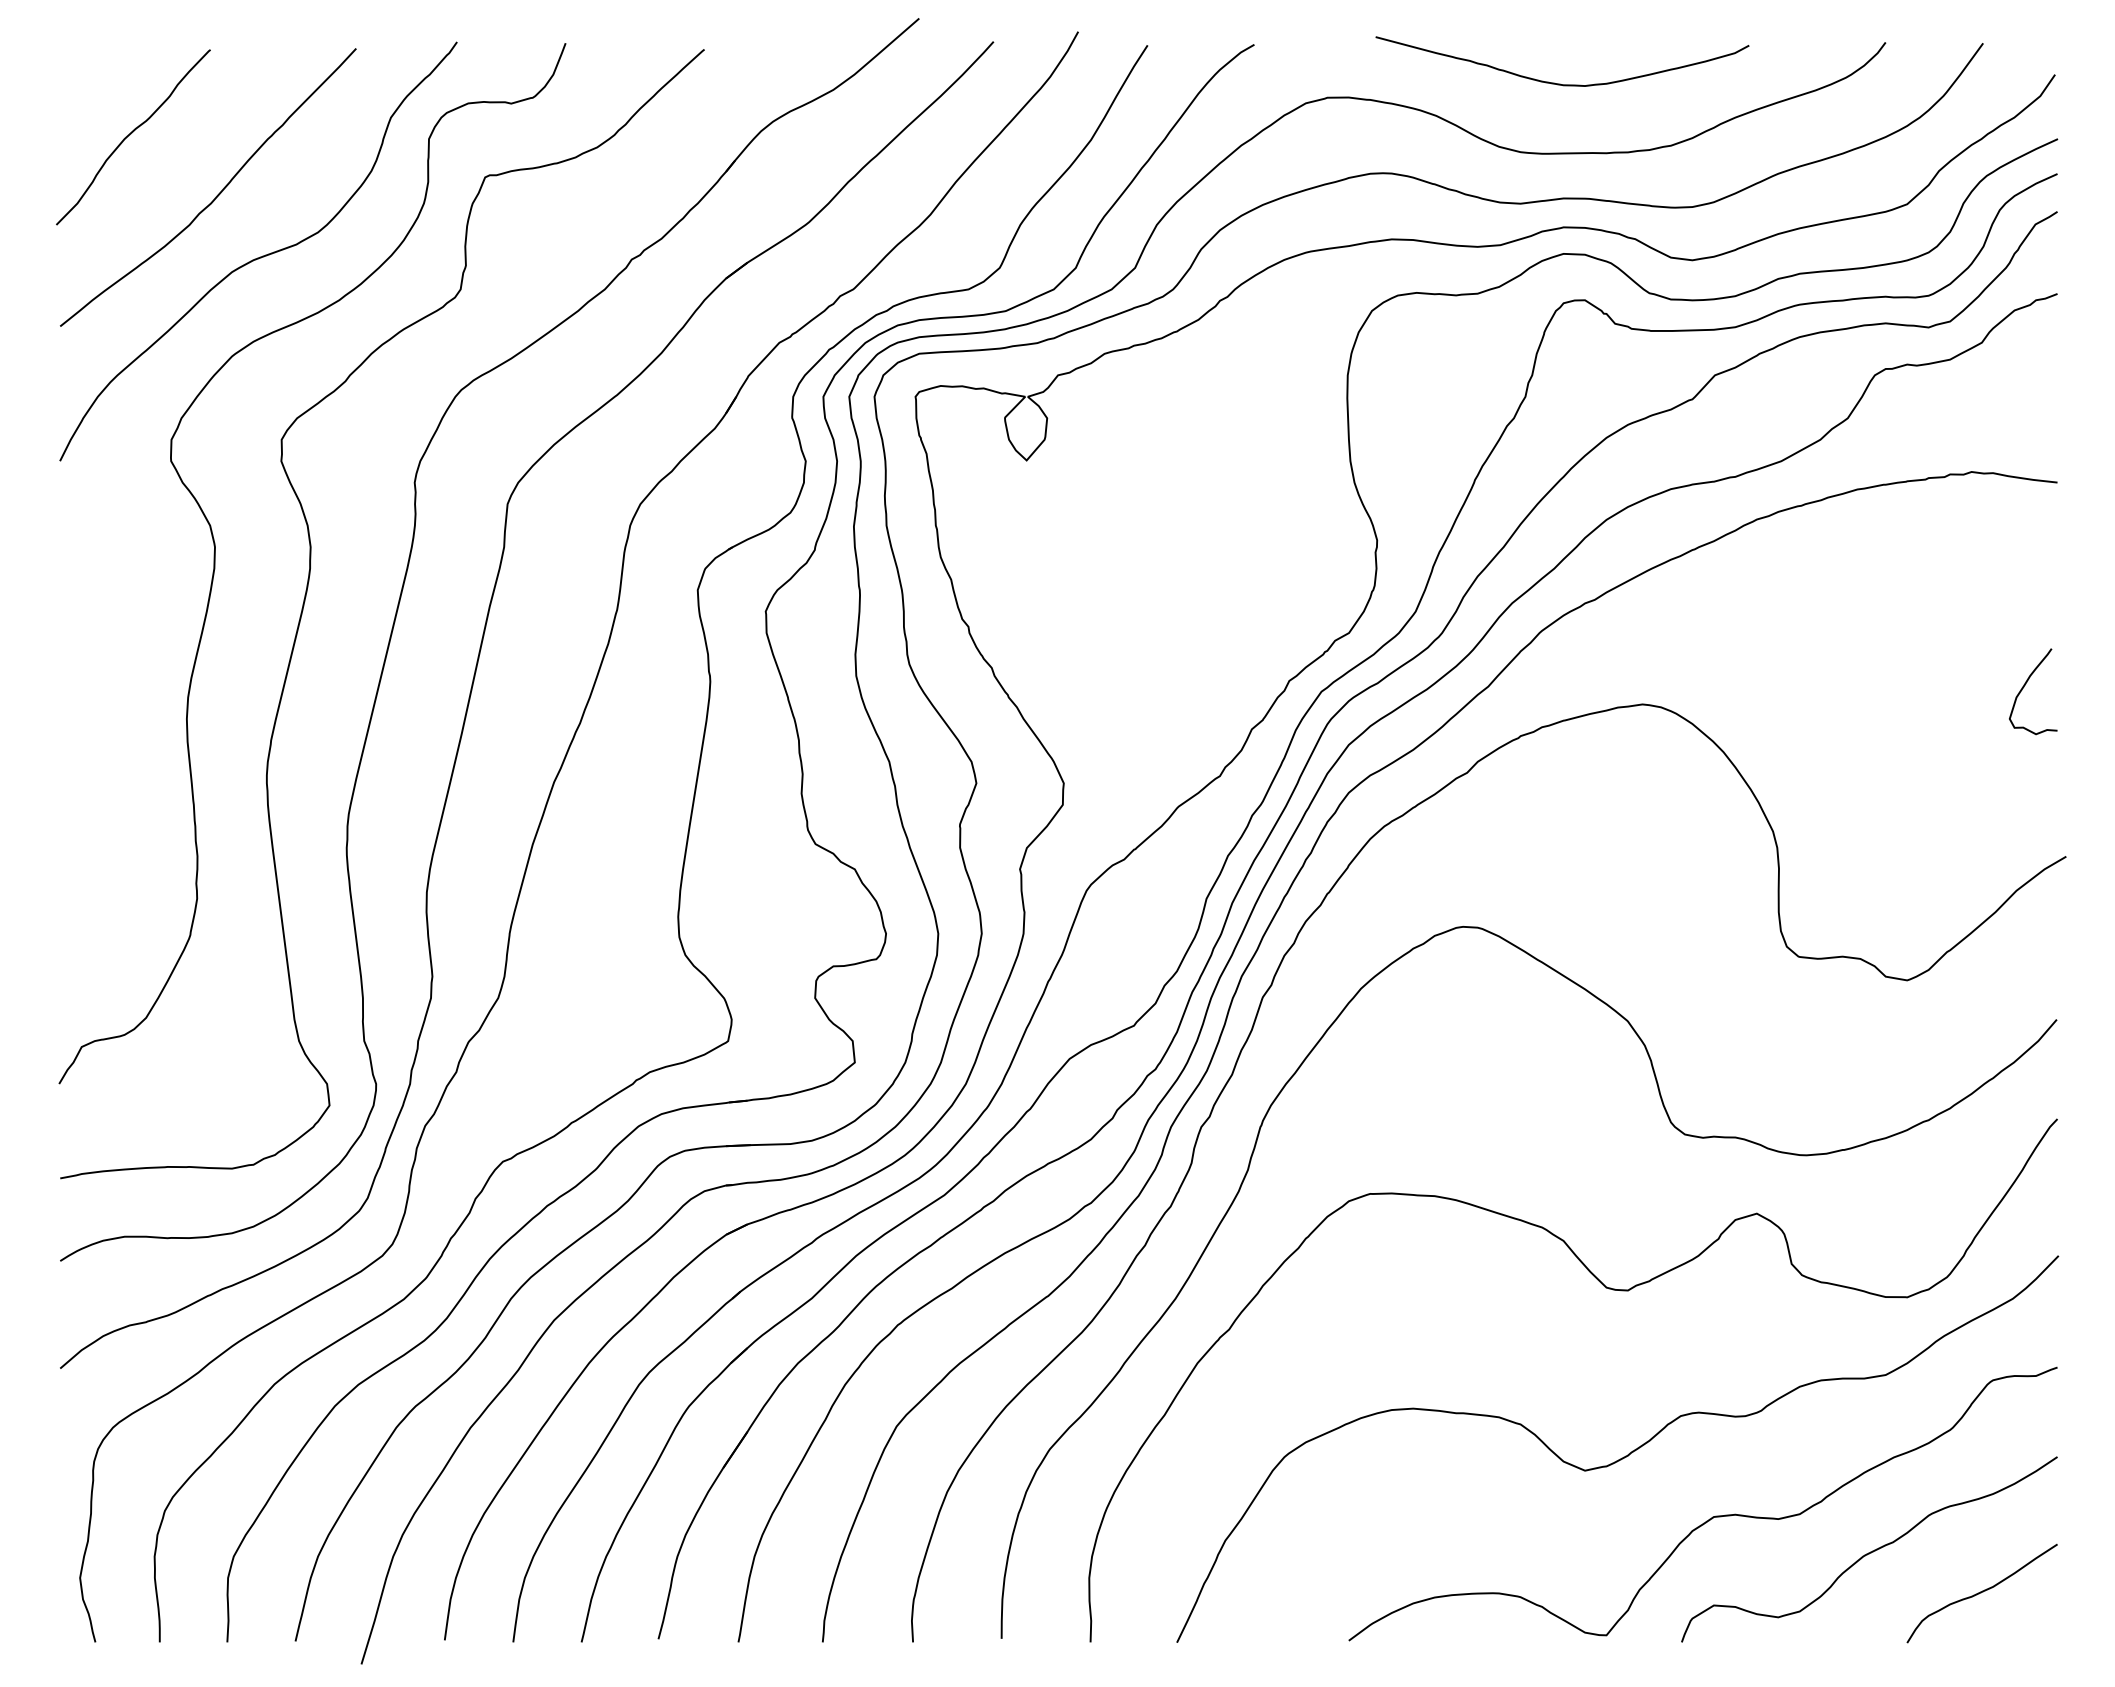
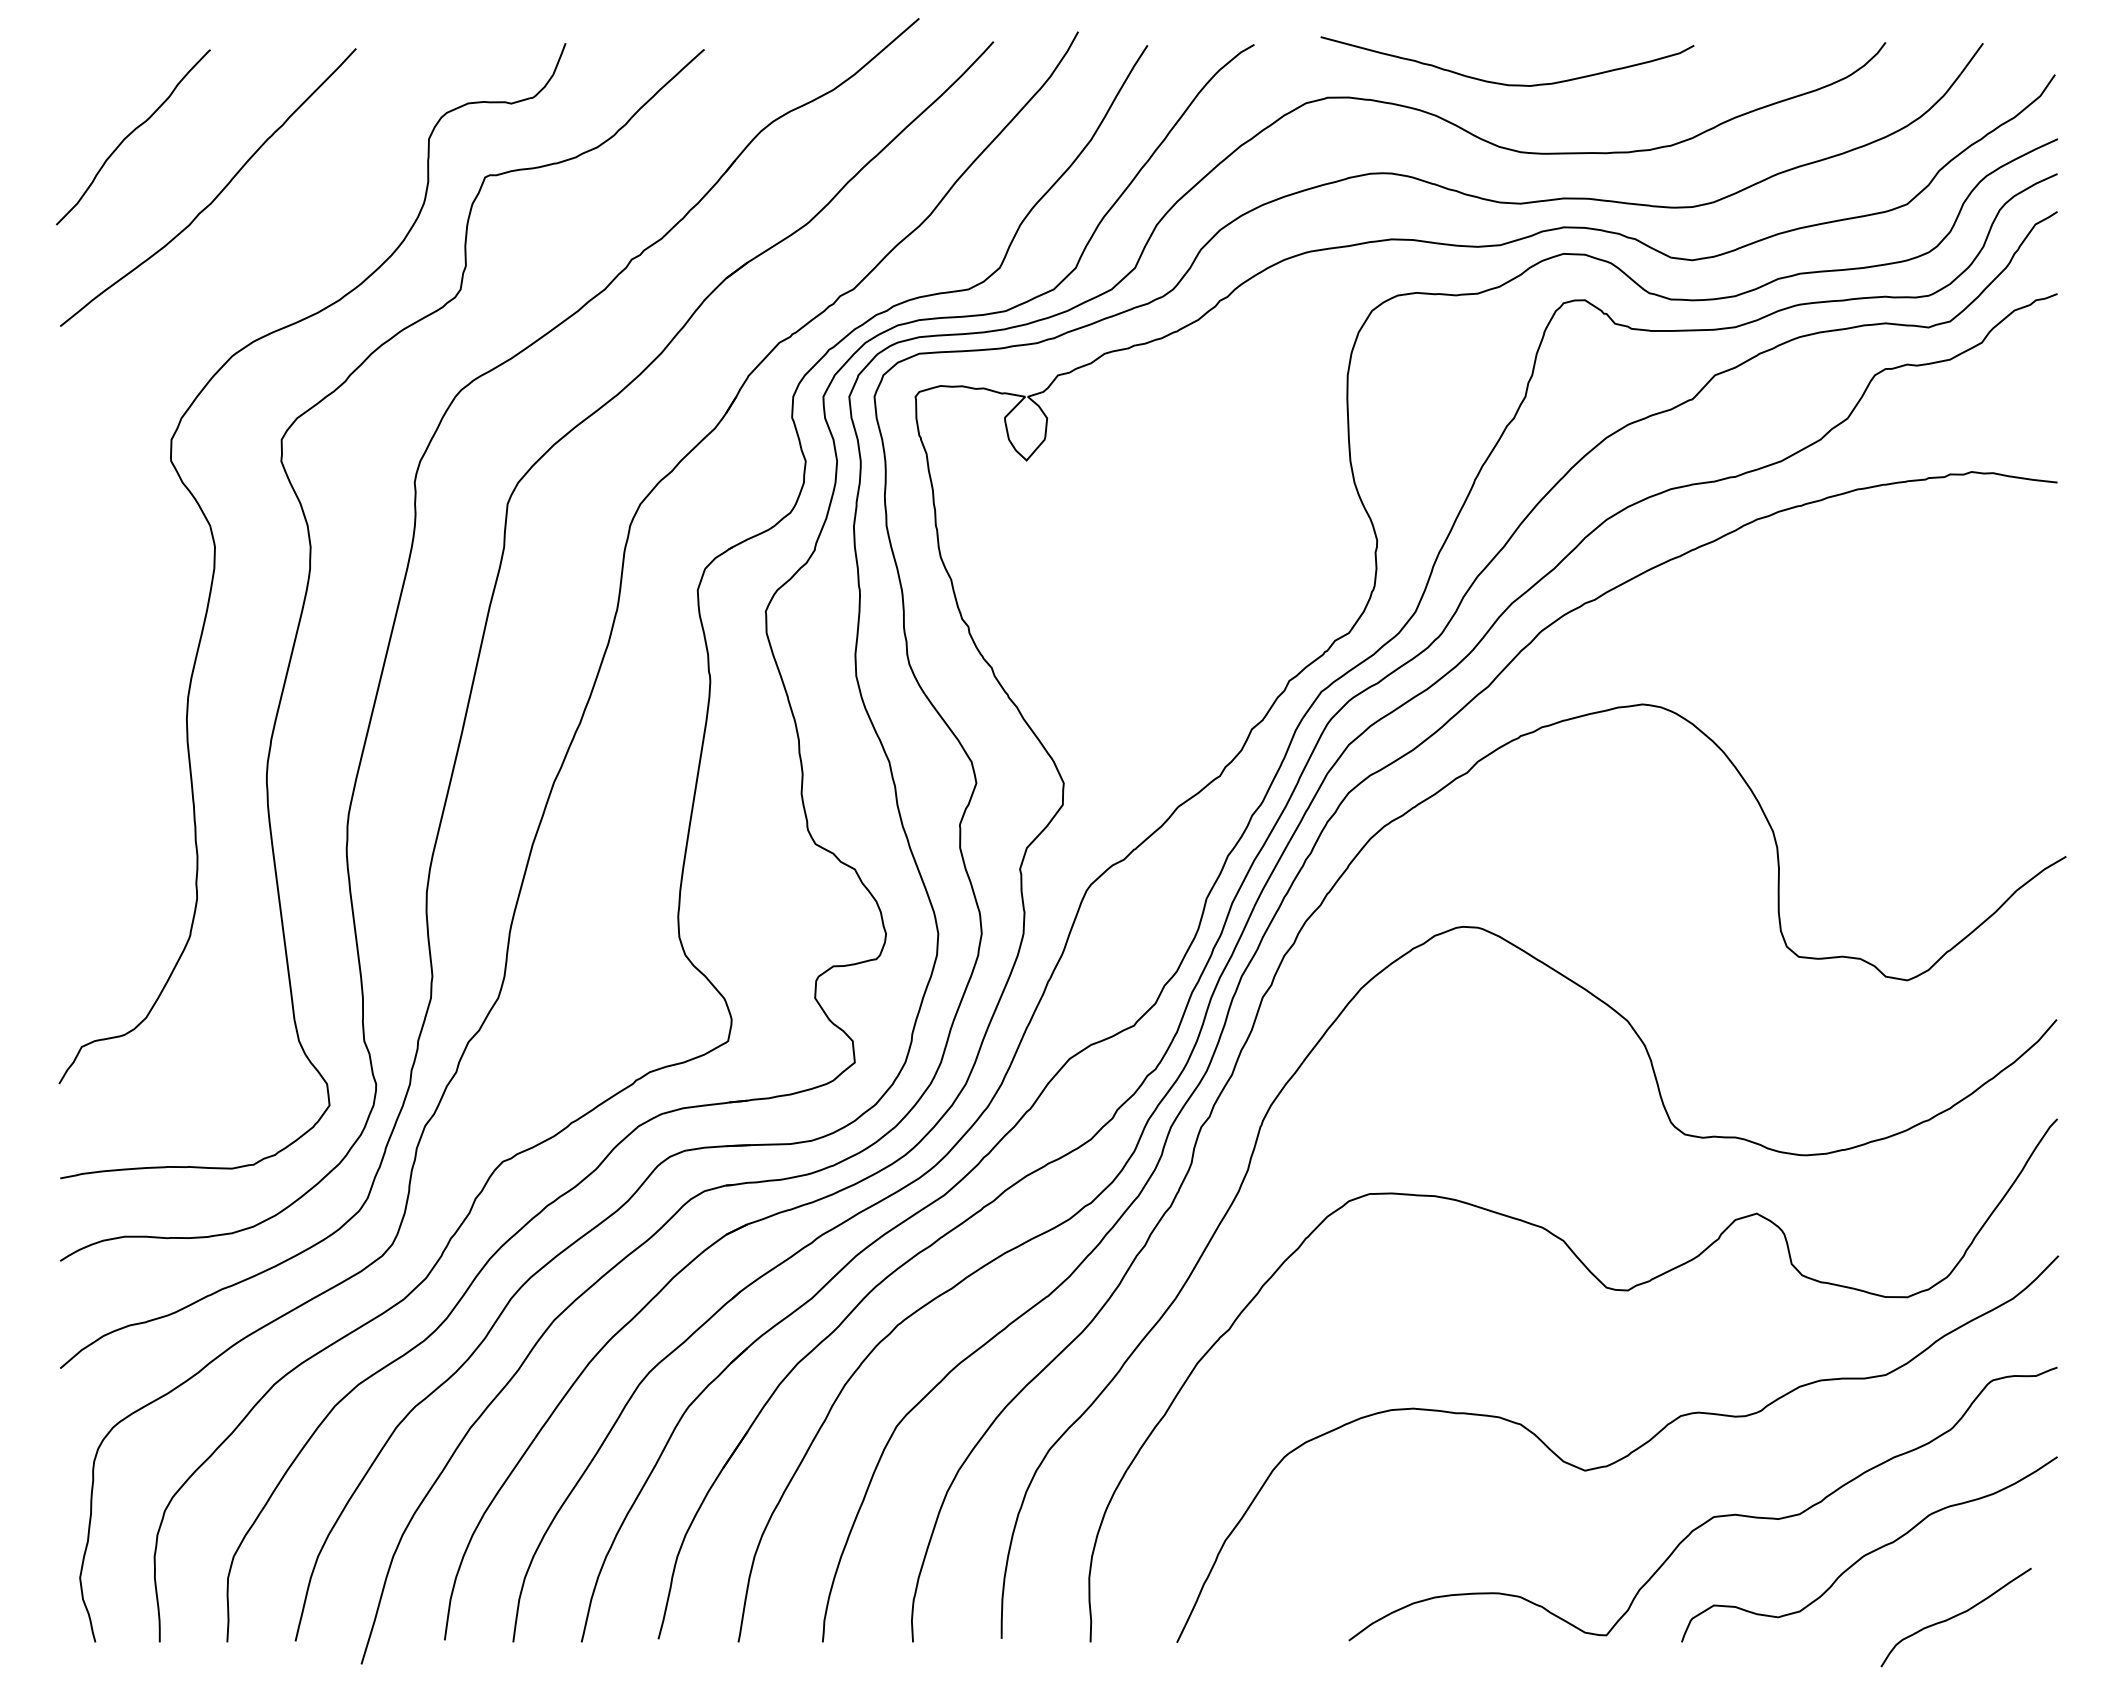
curve at (1560, 83) position: (1560, 83) -> (1505, 83)
curve at (260, 256): present -> none
curve at (2024, 687): present -> none
curve at (1981, 1593) position: (1981, 1593) -> (1955, 1617)
